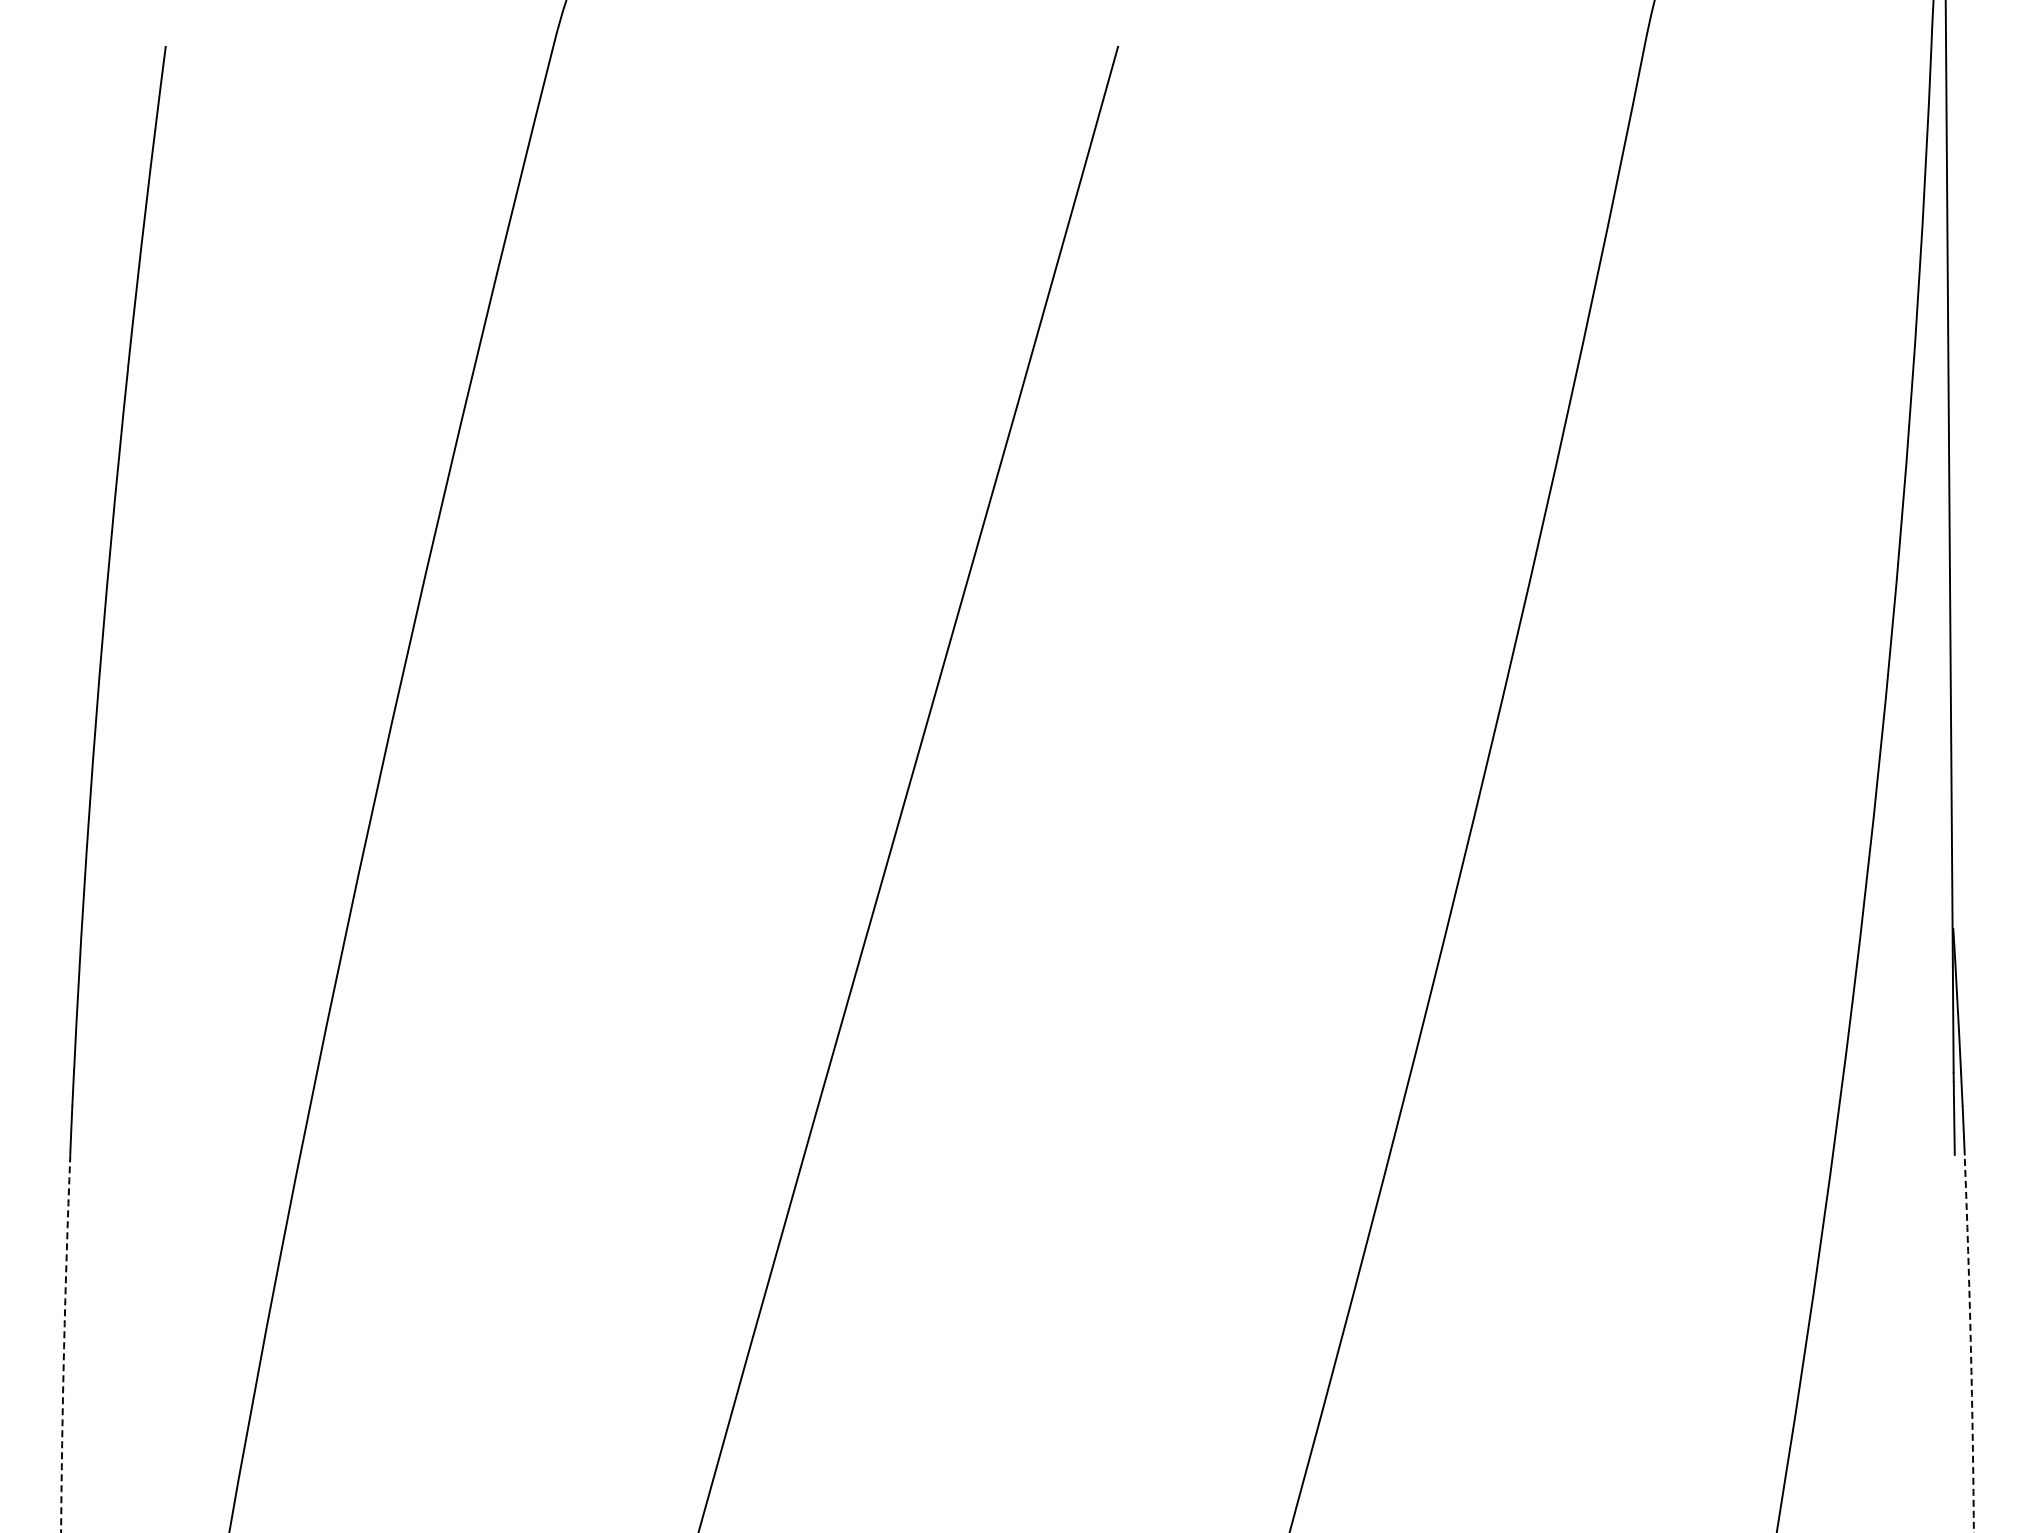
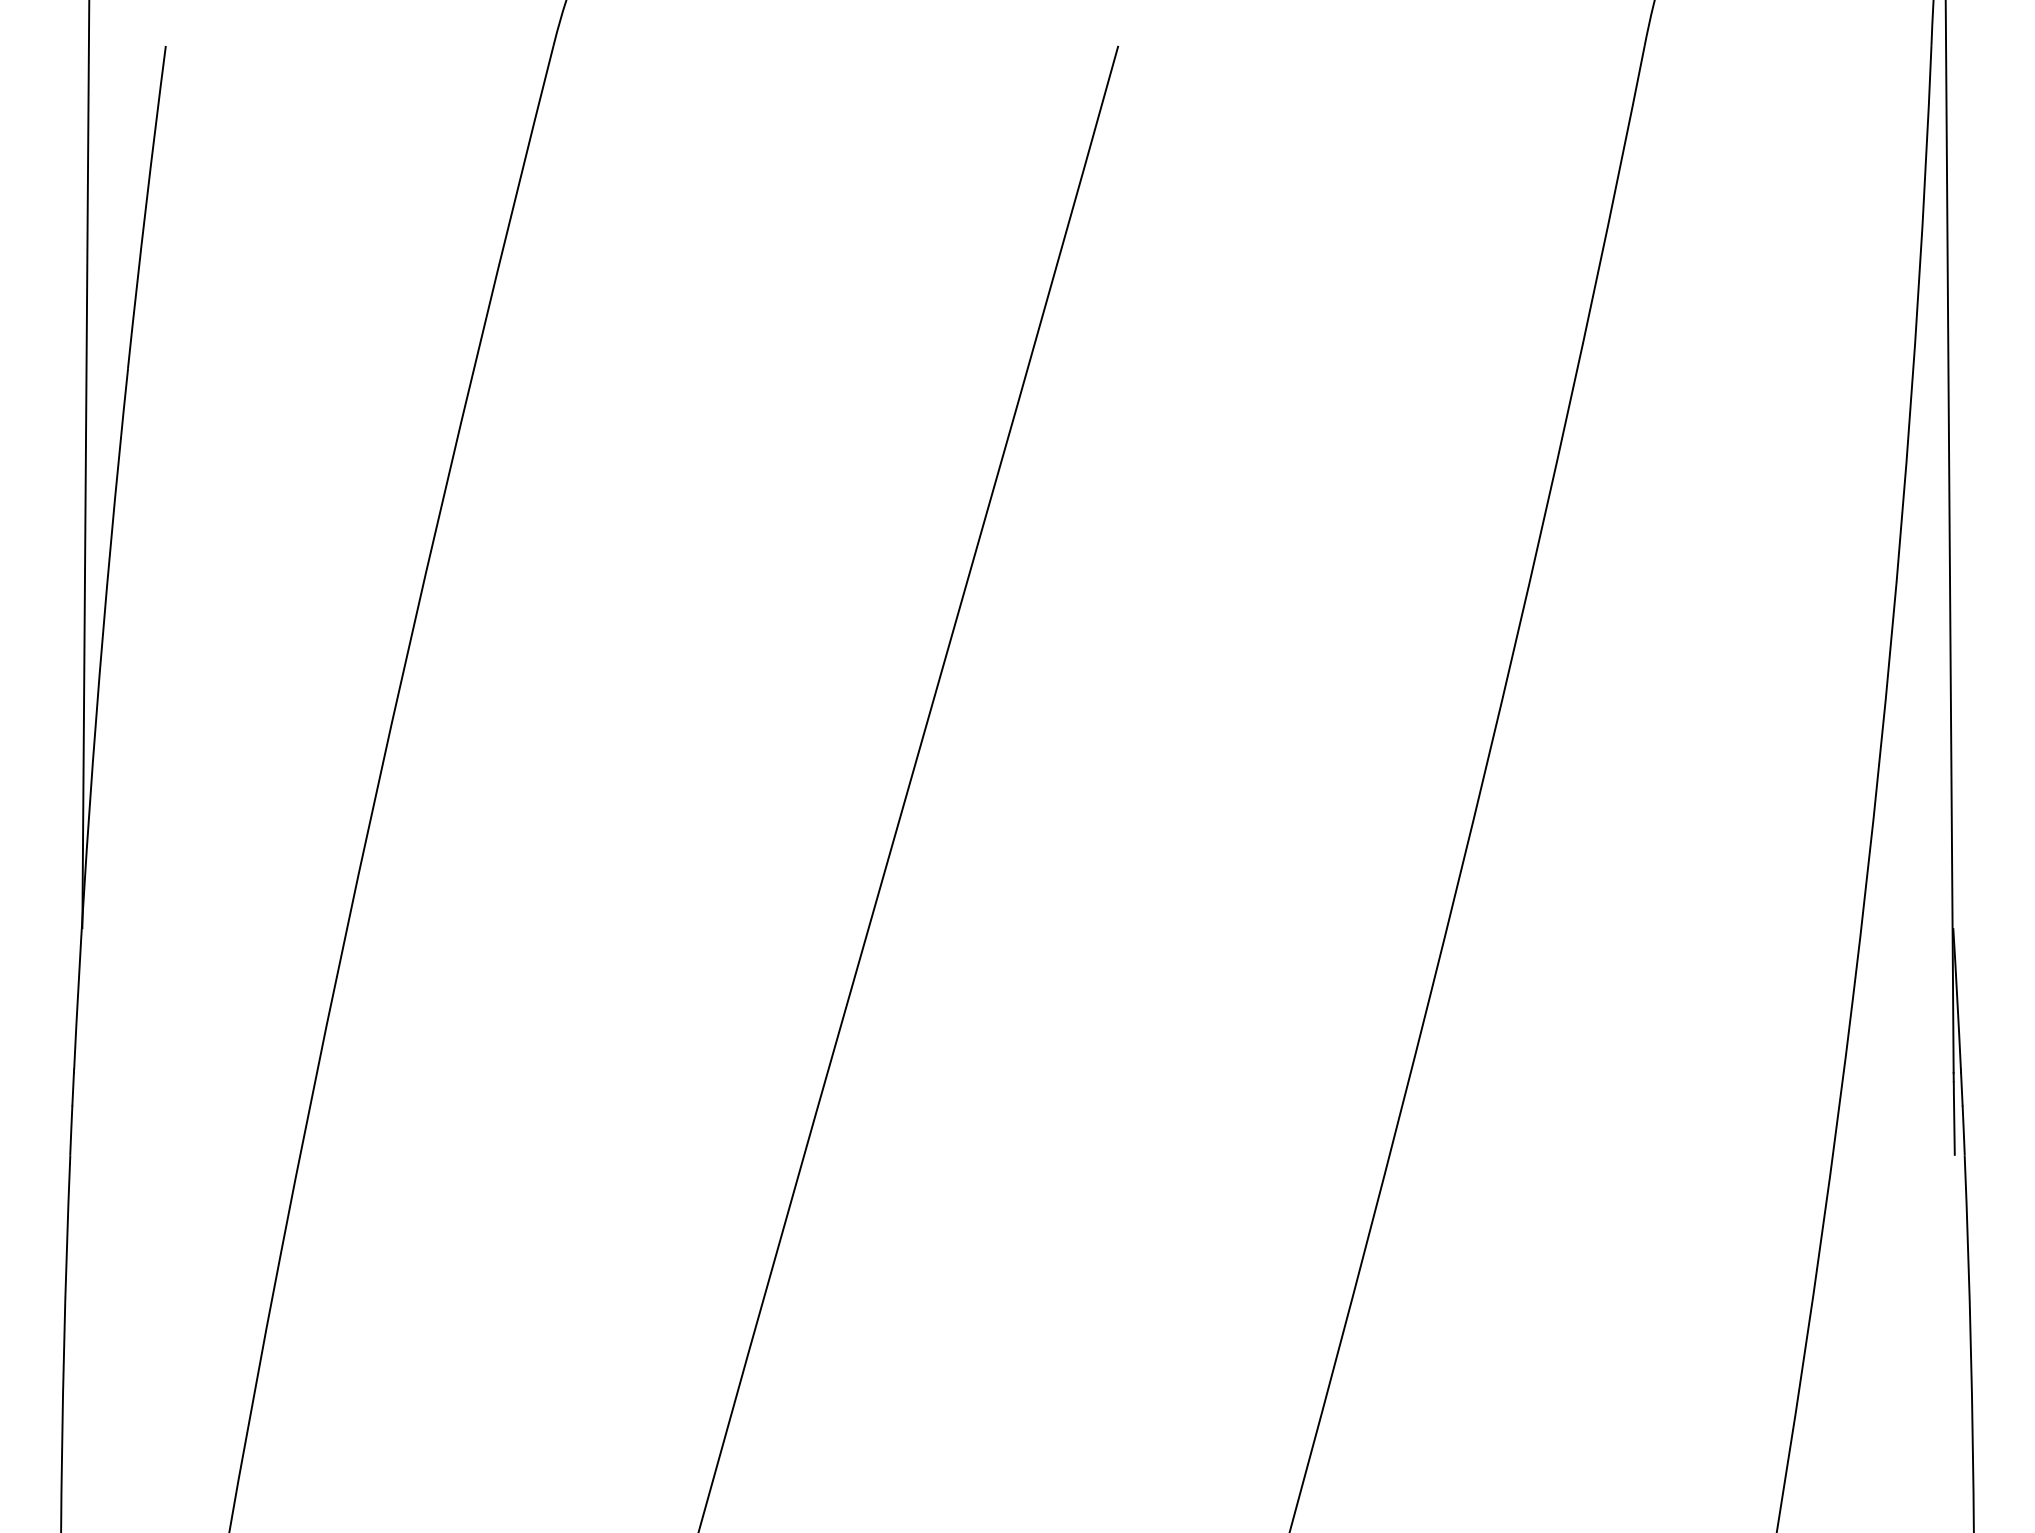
line at (85, 465): none -> present
arc at (64, 1344): dashed -> solid
arc at (1970, 1344): dashed -> solid
